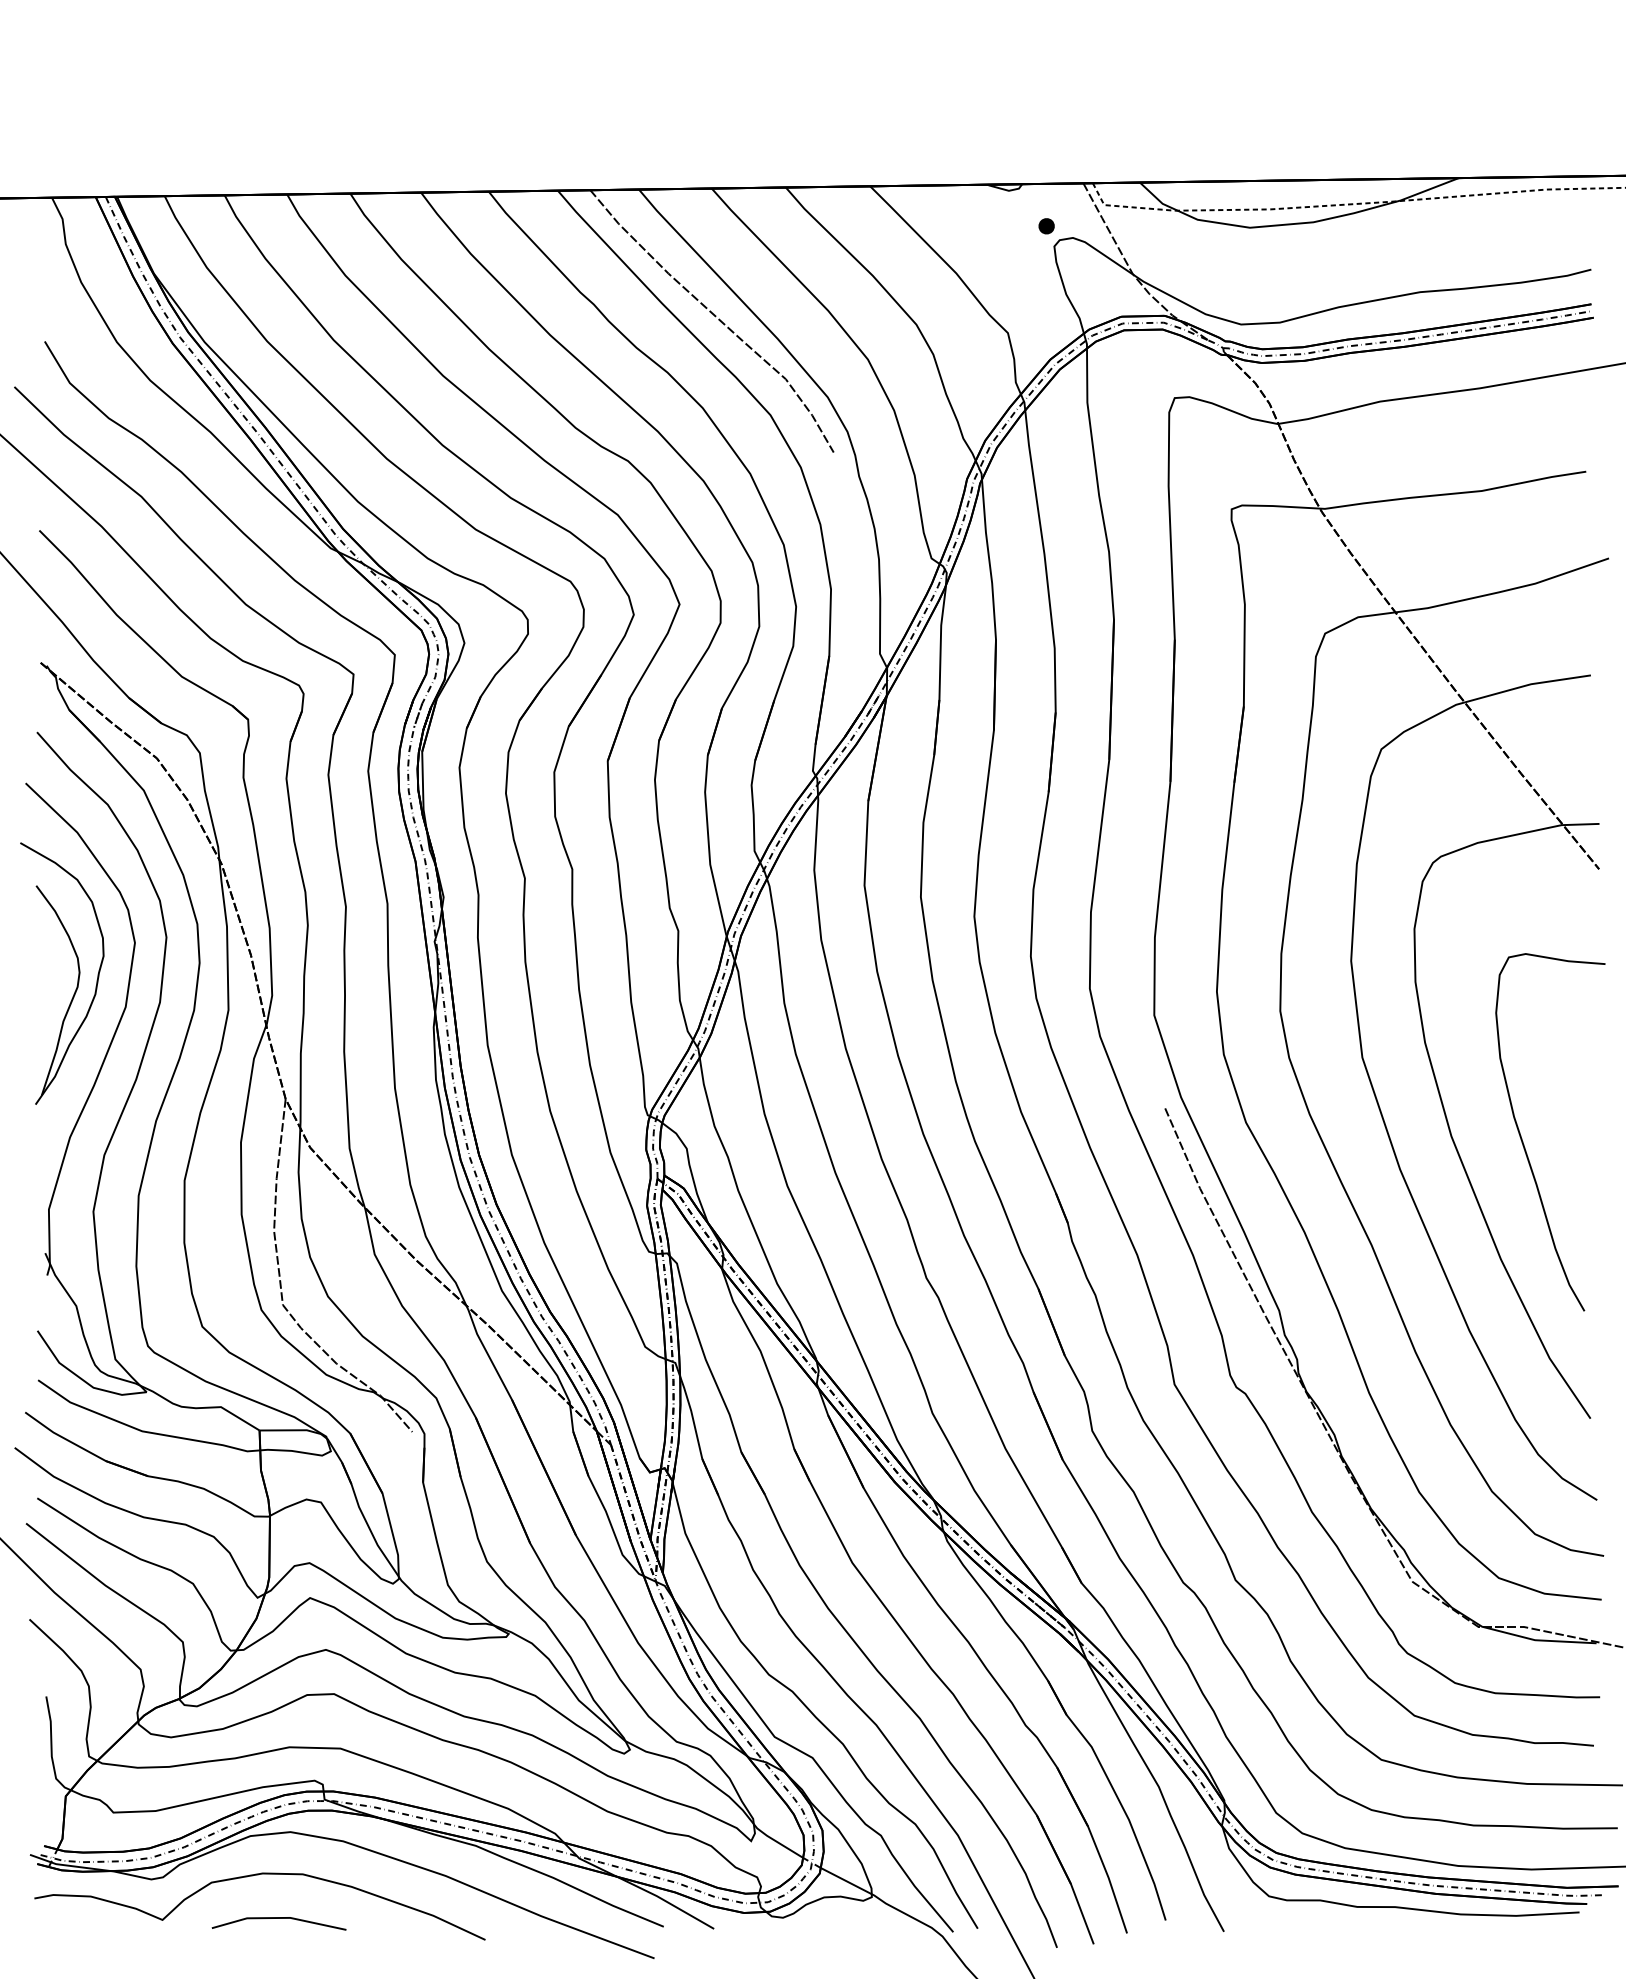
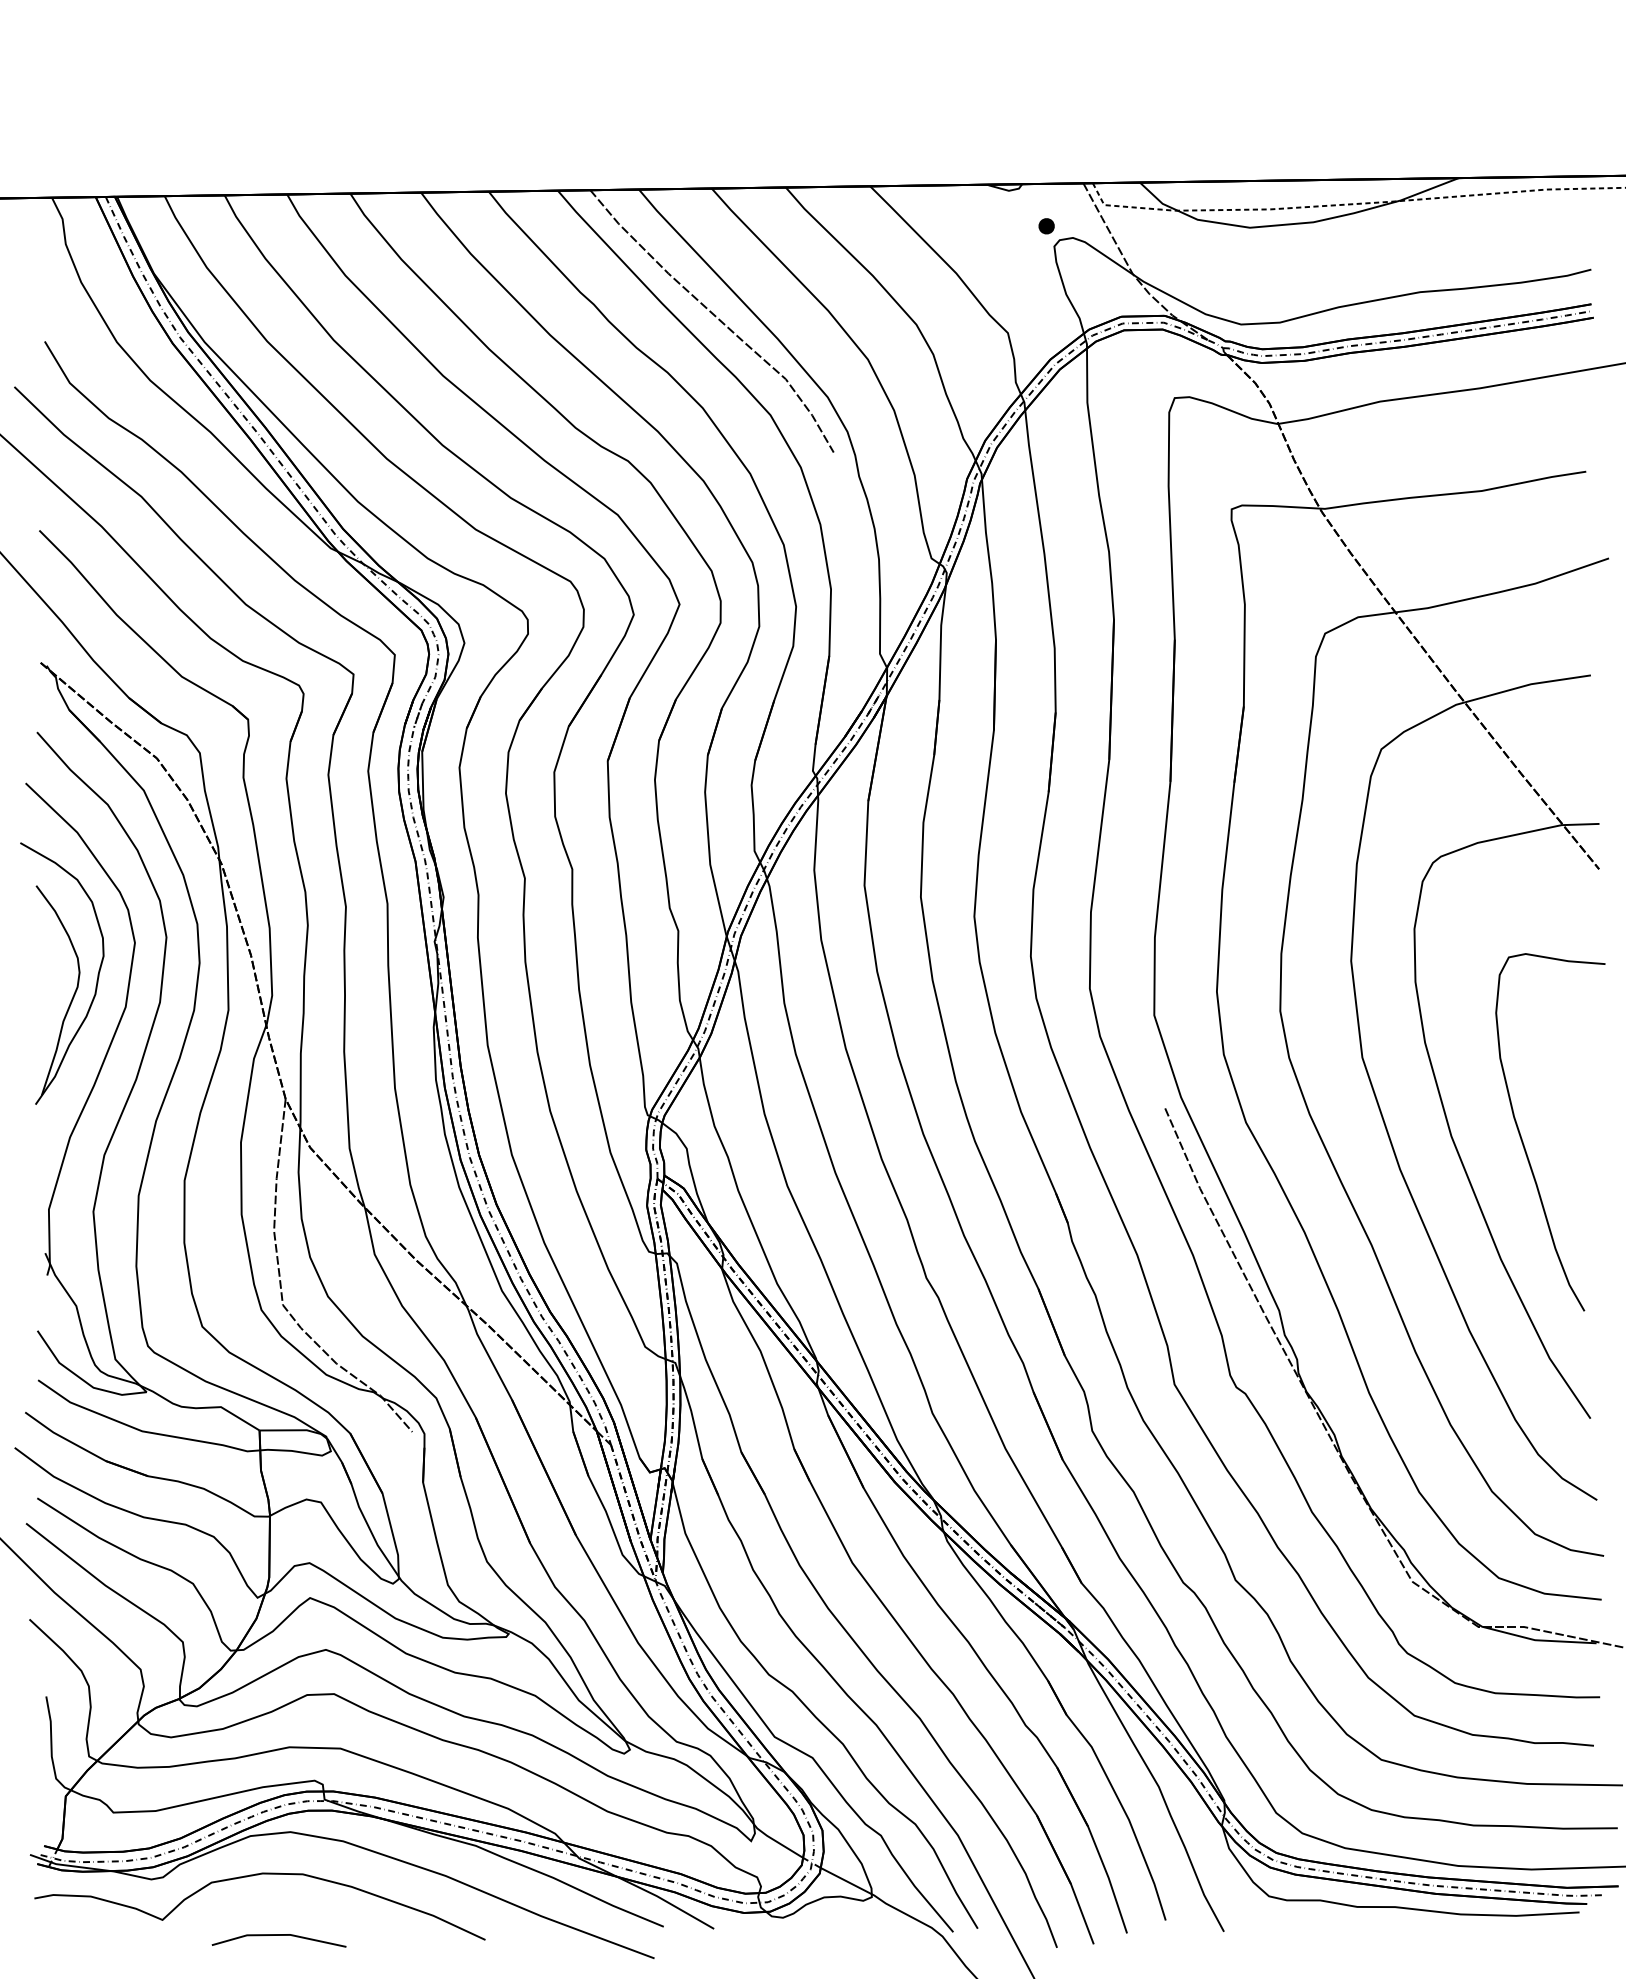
line at (278, 1918) position: (278, 1918) -> (278, 1935)
